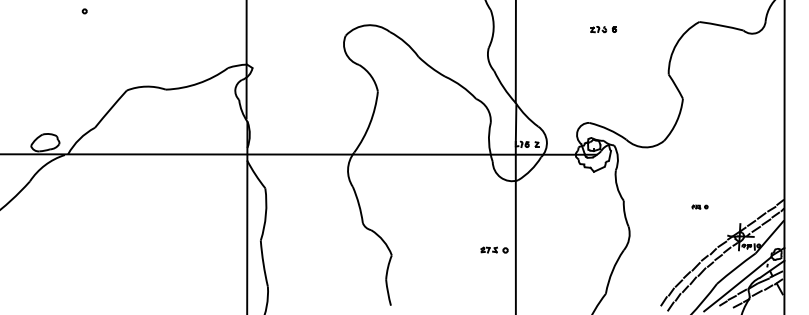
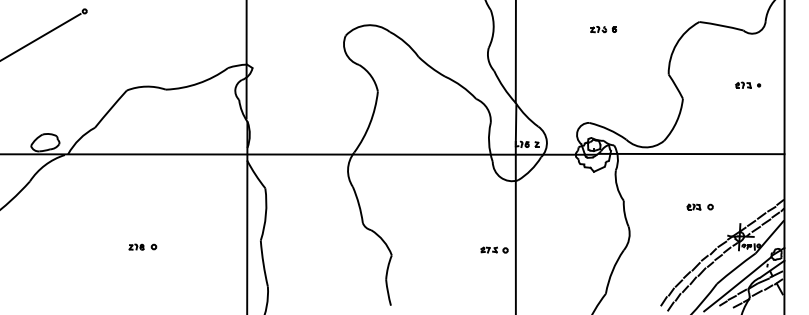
line at (41, 36): none -> present
part at (748, 84): none -> present
line at (691, 153): none -> present
part at (699, 206) size: 18x6 px -> 28x8 px
part at (142, 246): none -> present
